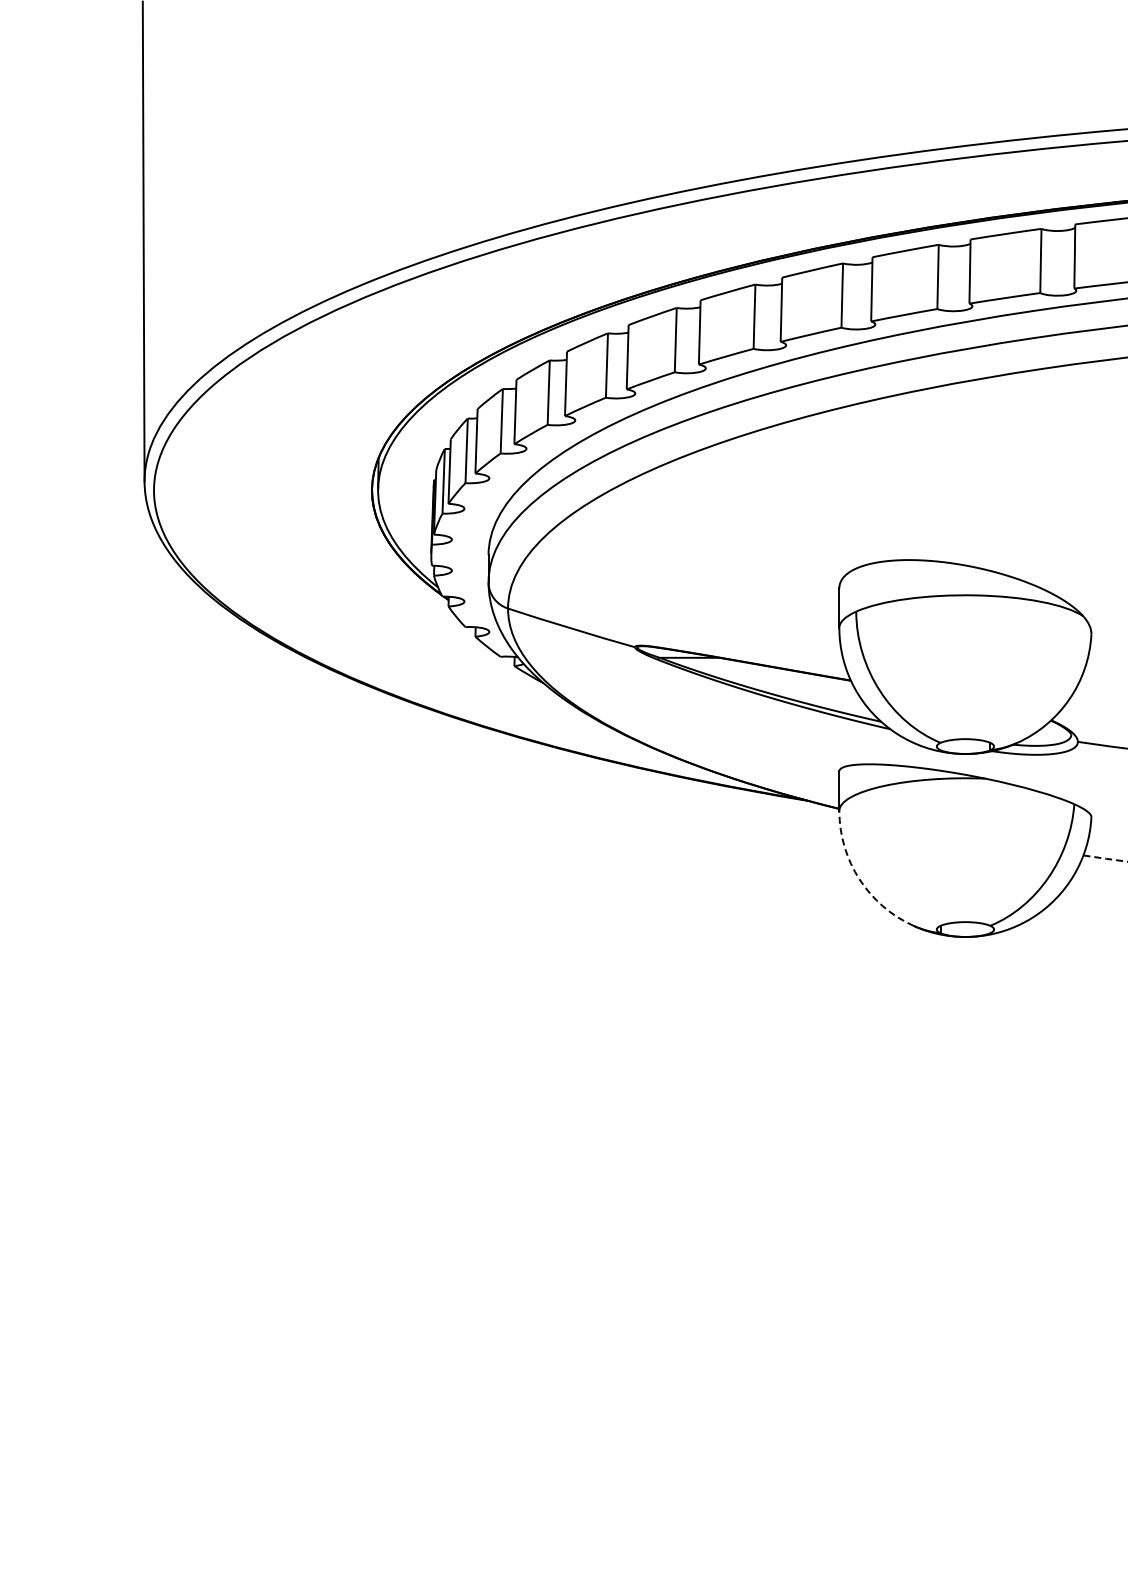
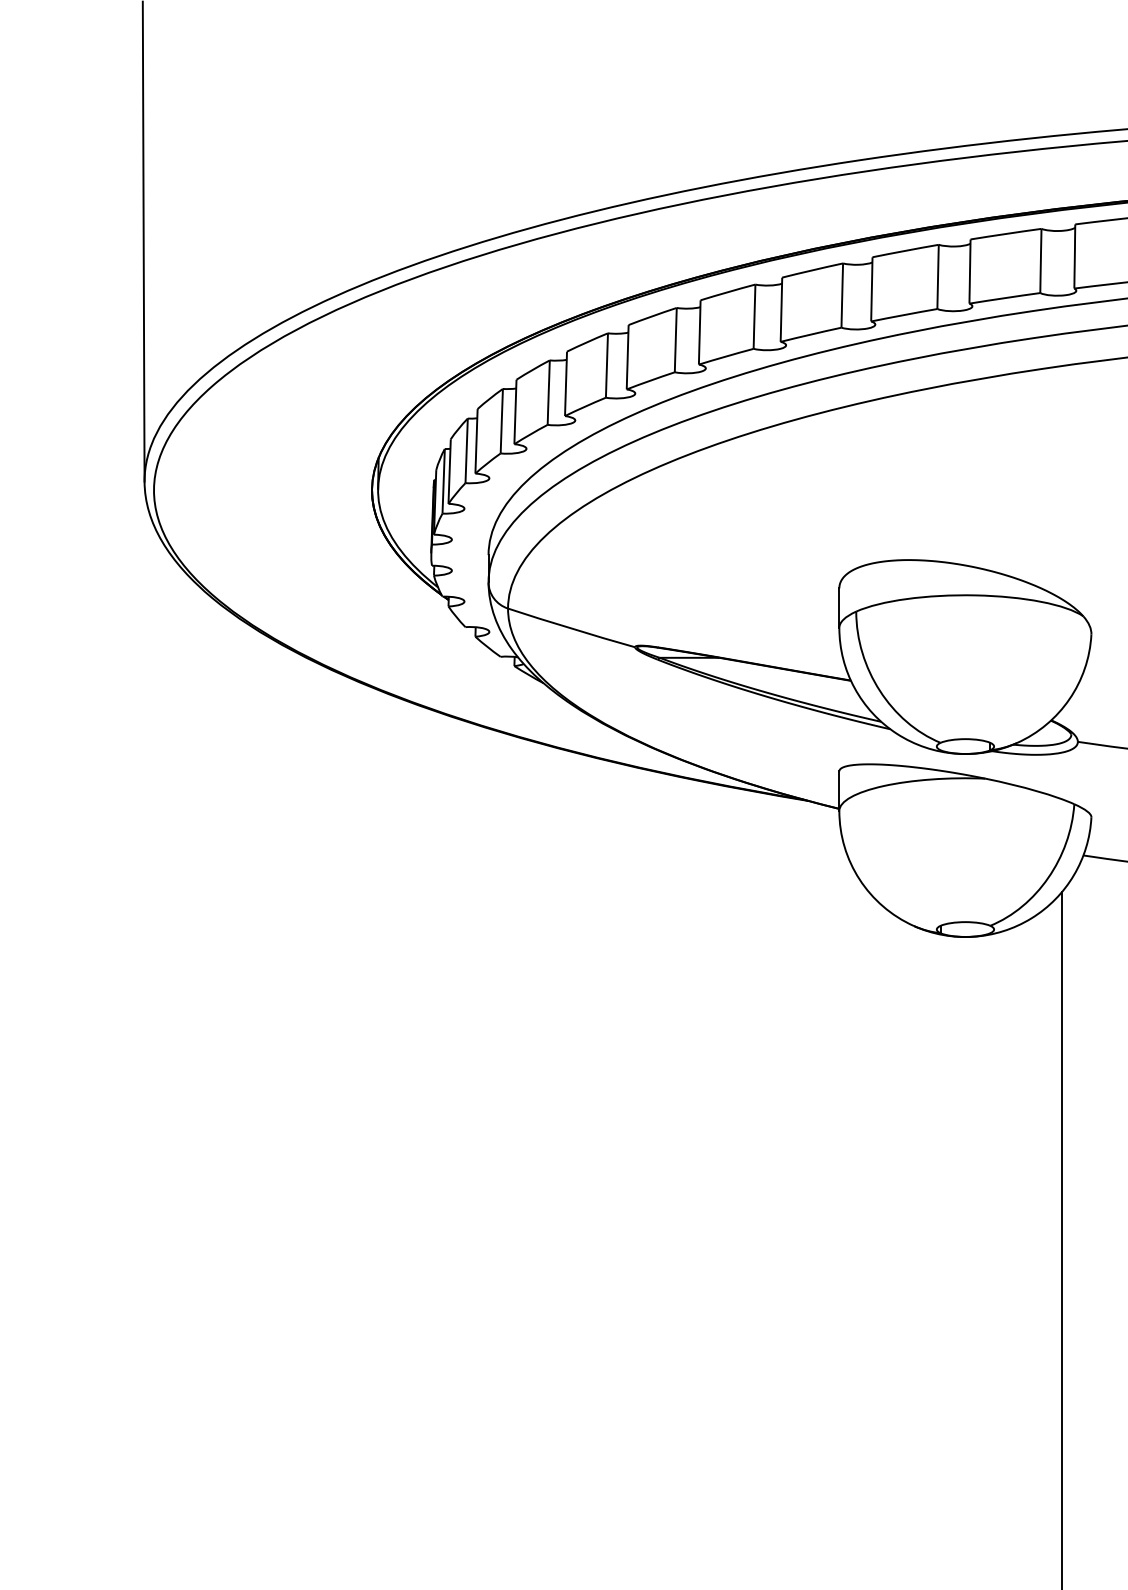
arc at (1104, 858): dashed -> solid
arc at (859, 879): dashed -> solid
line at (1061, 1239): none -> present
